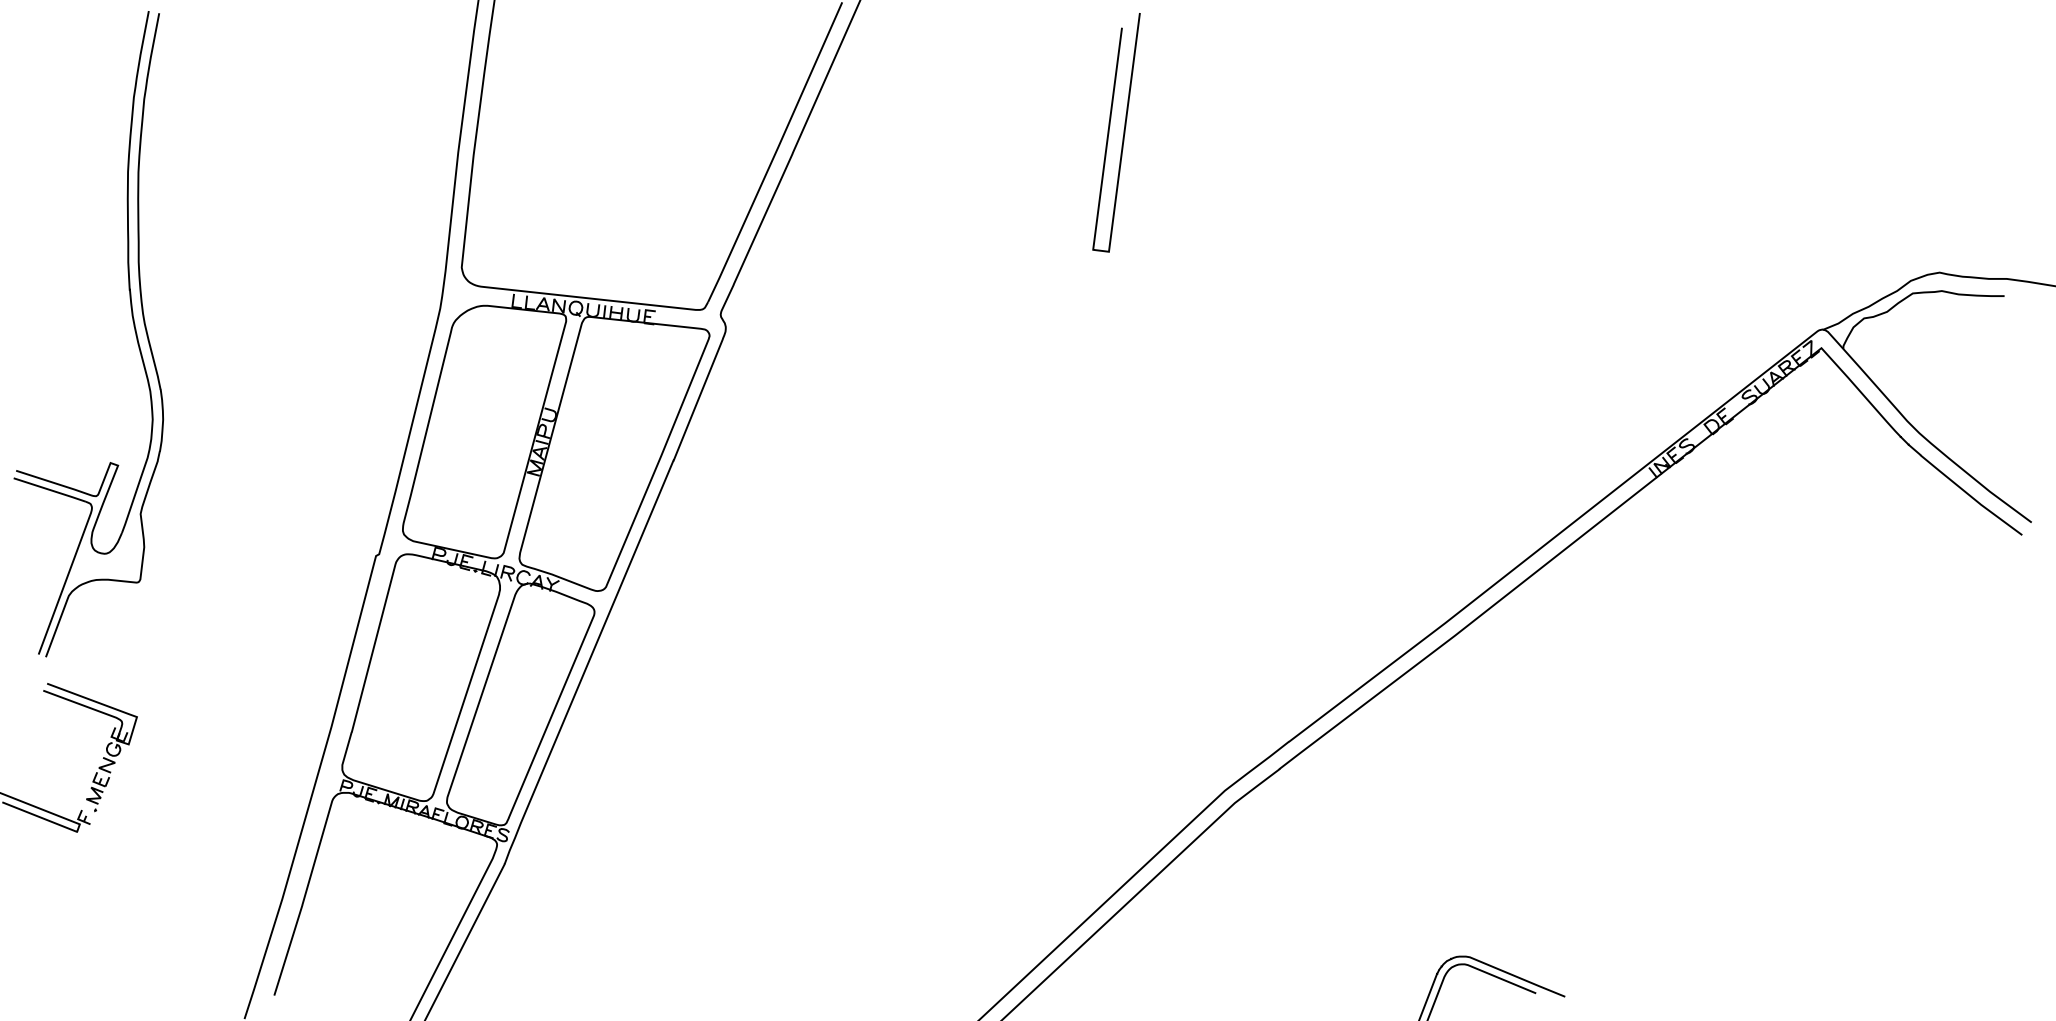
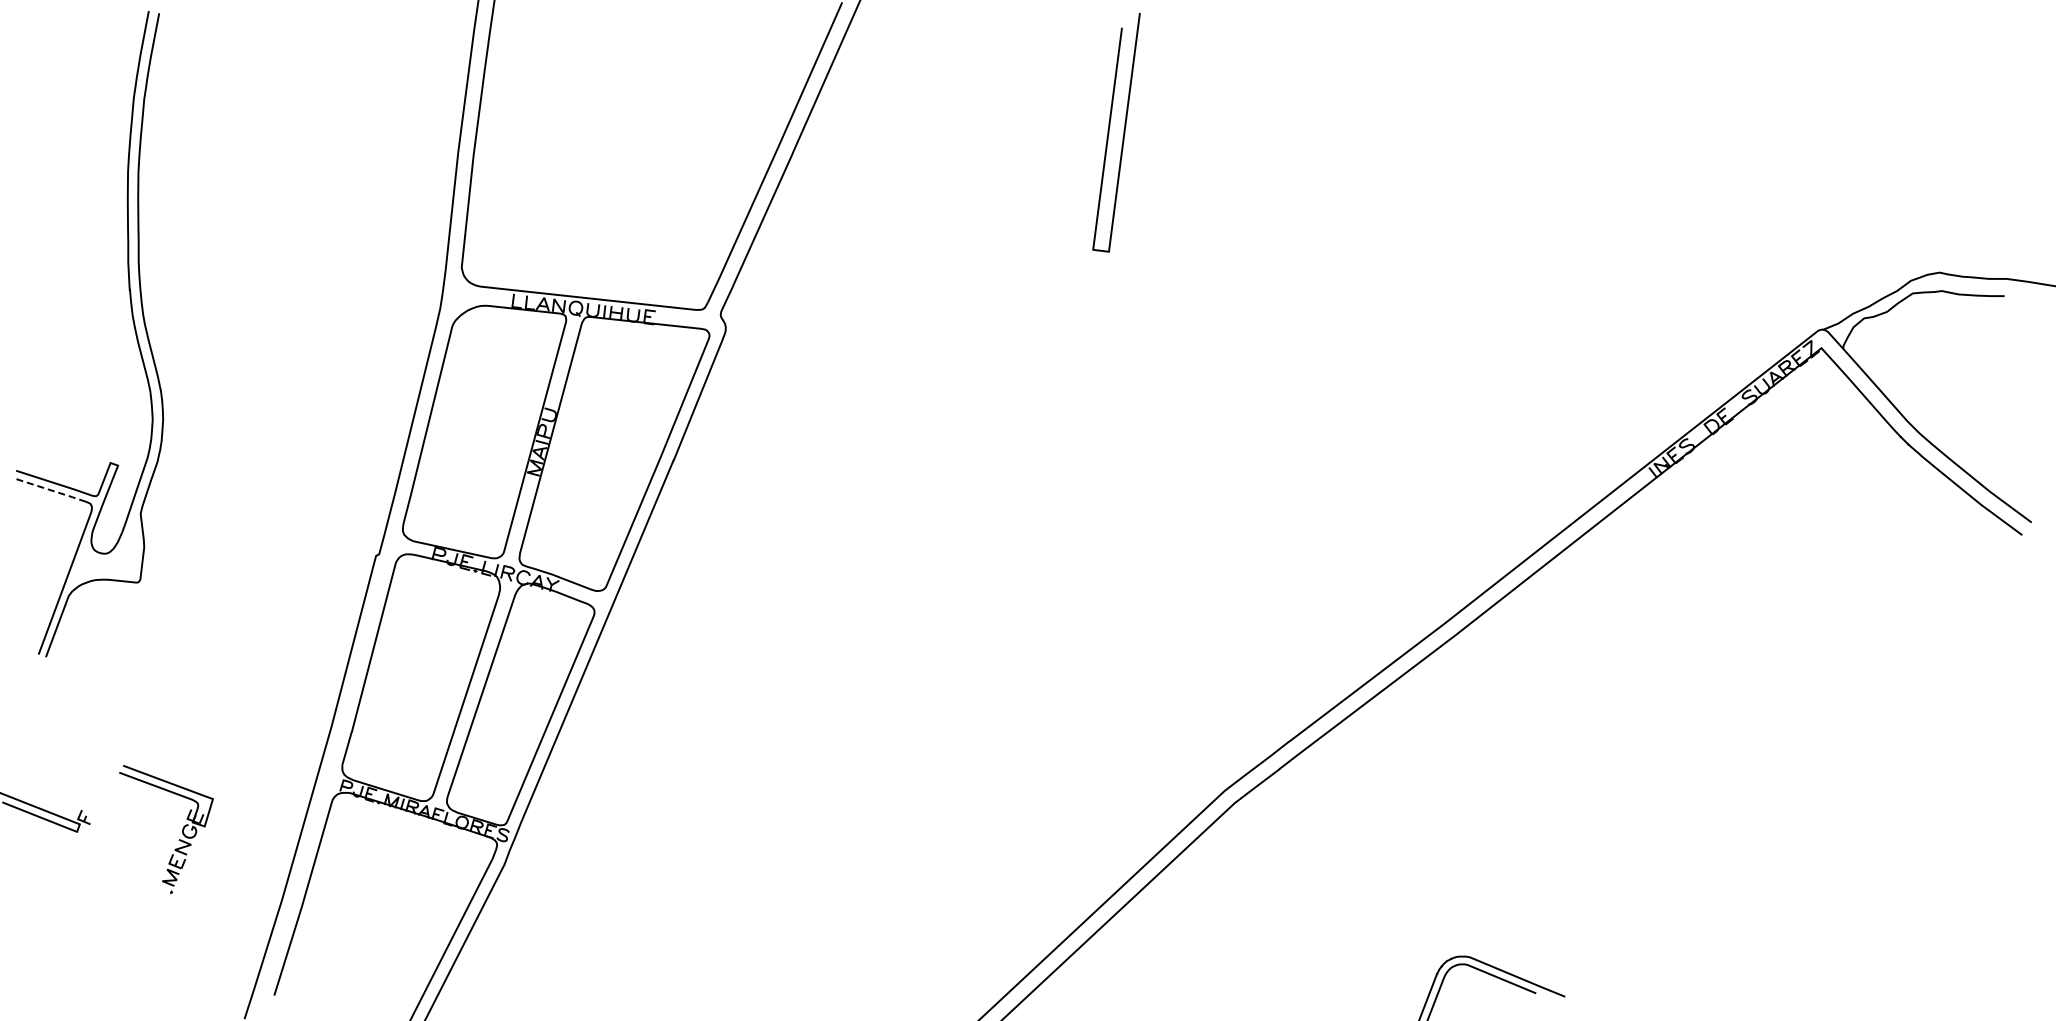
line at (50, 490): solid -> dashed
part at (106, 747) position: (106, 747) -> (182, 829)
